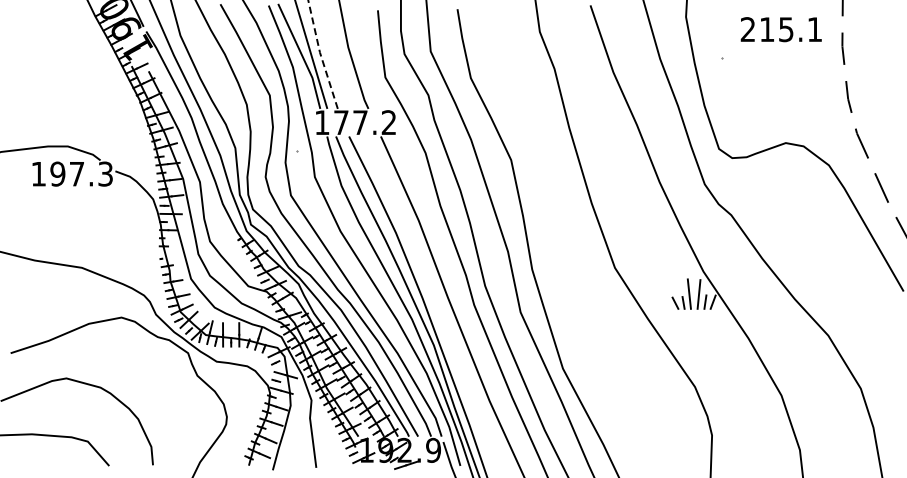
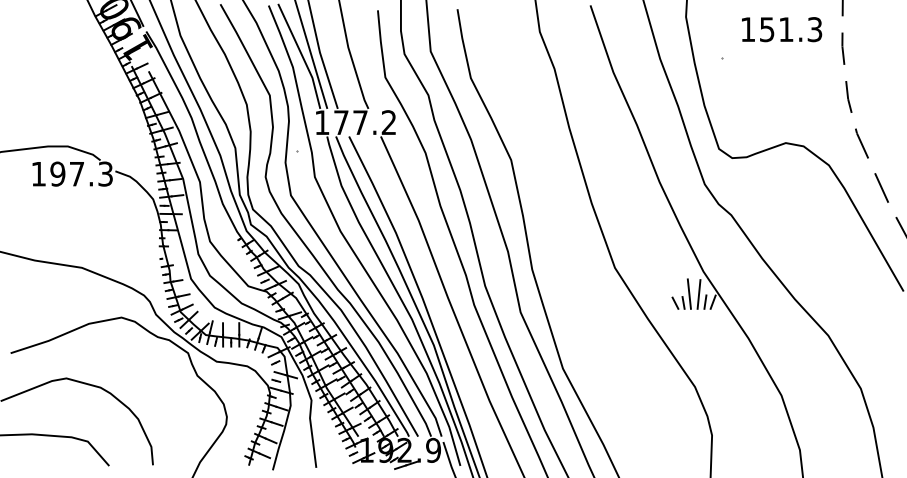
text at (781, 29): 215.1 -> 151.3
line at (320, 54): dashed -> solid
